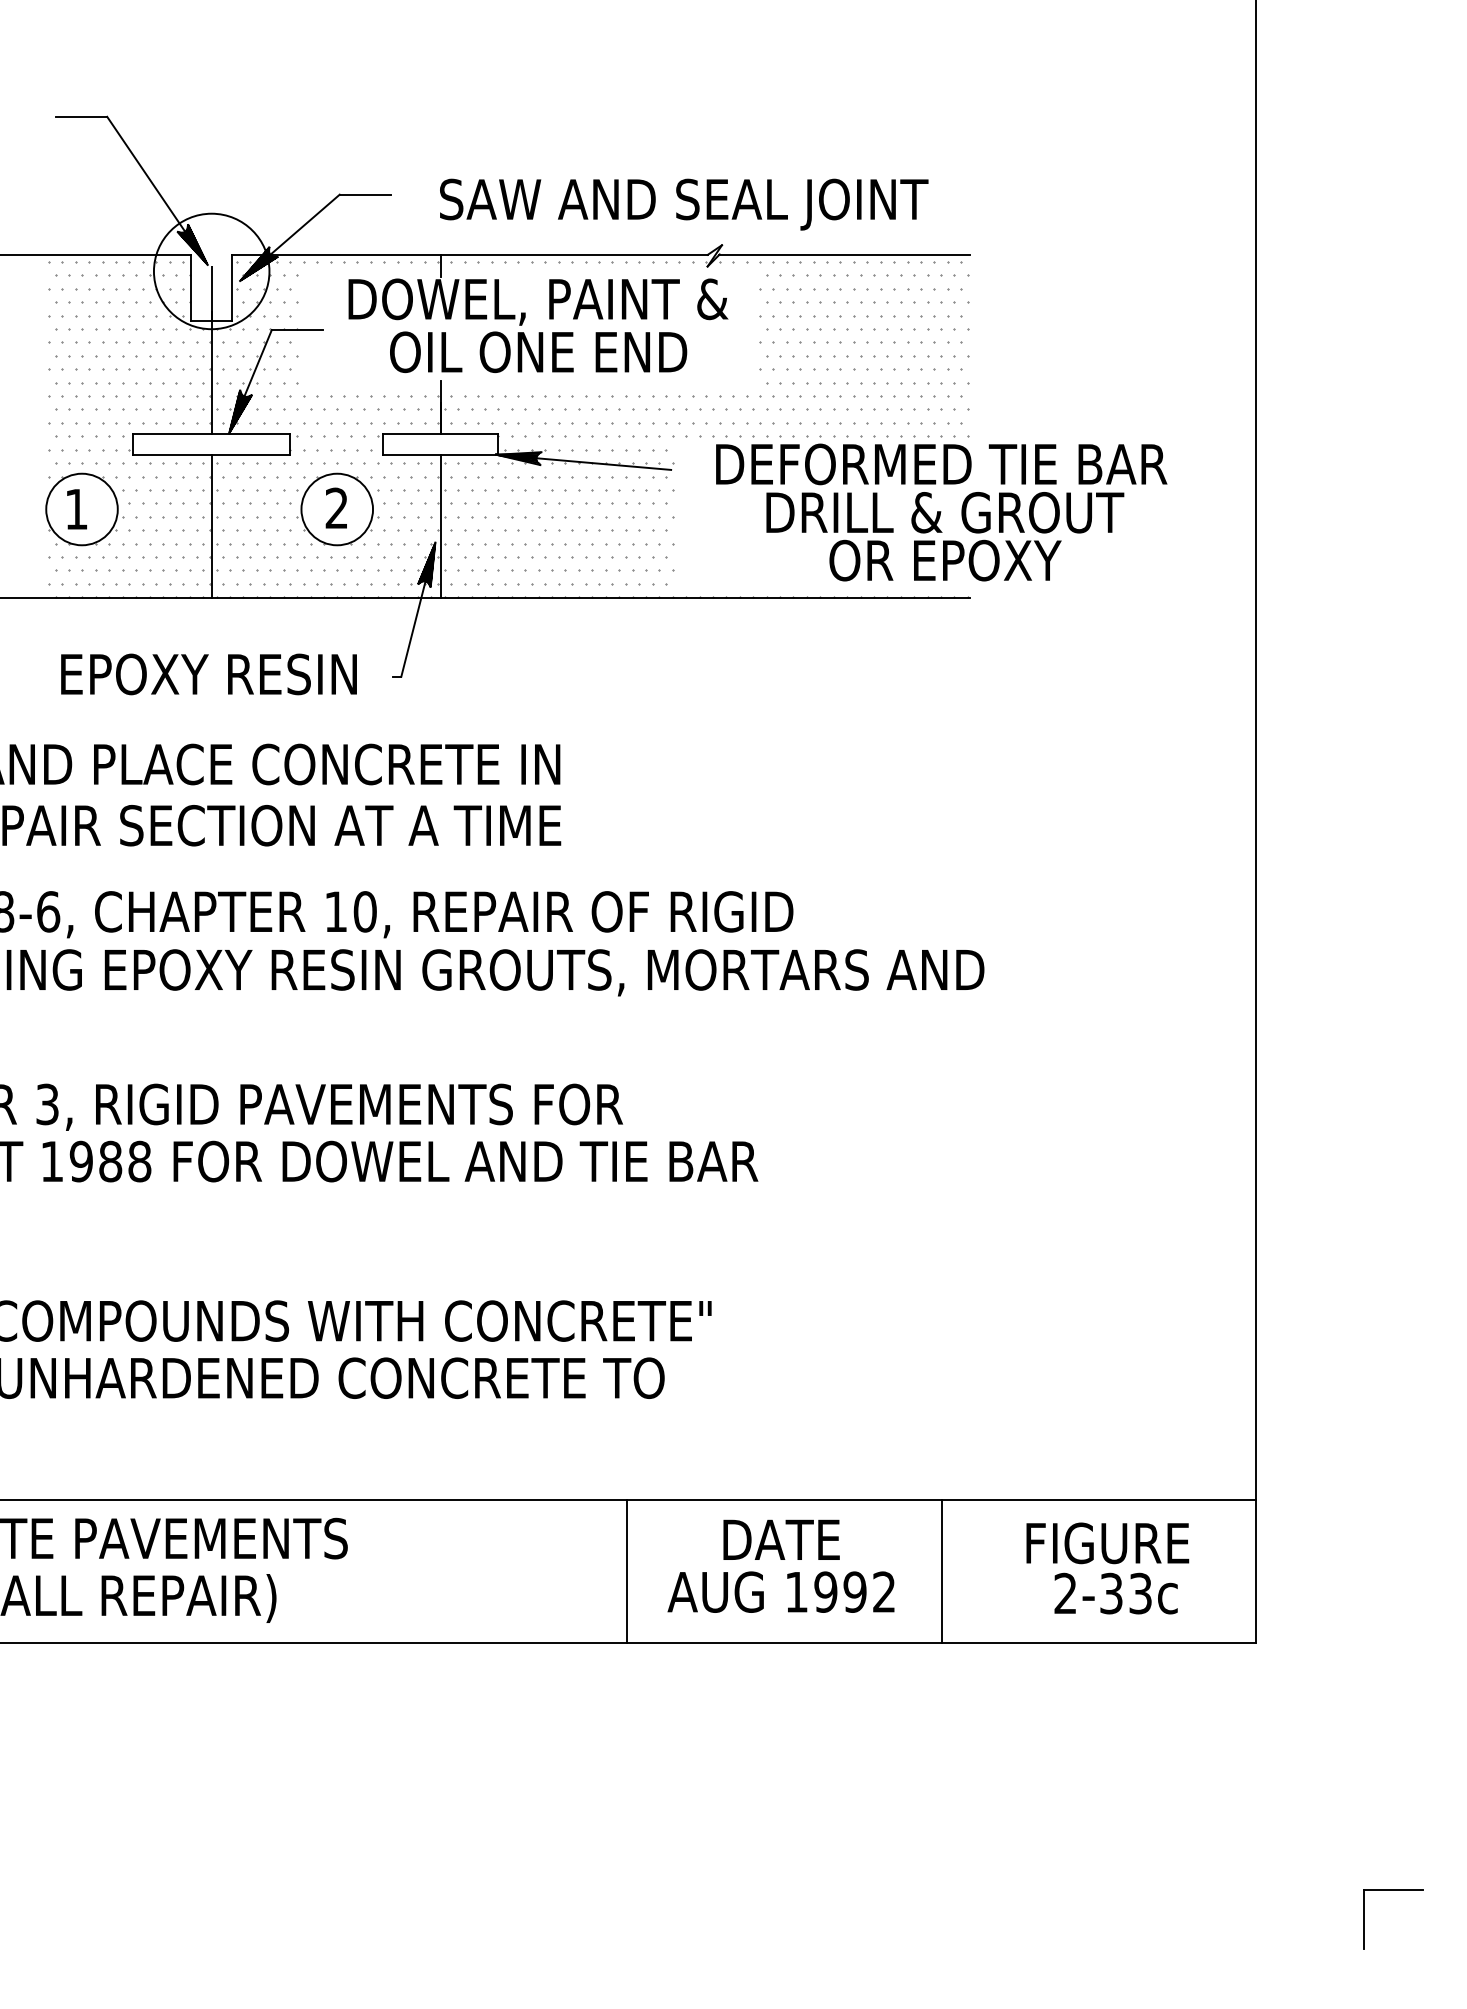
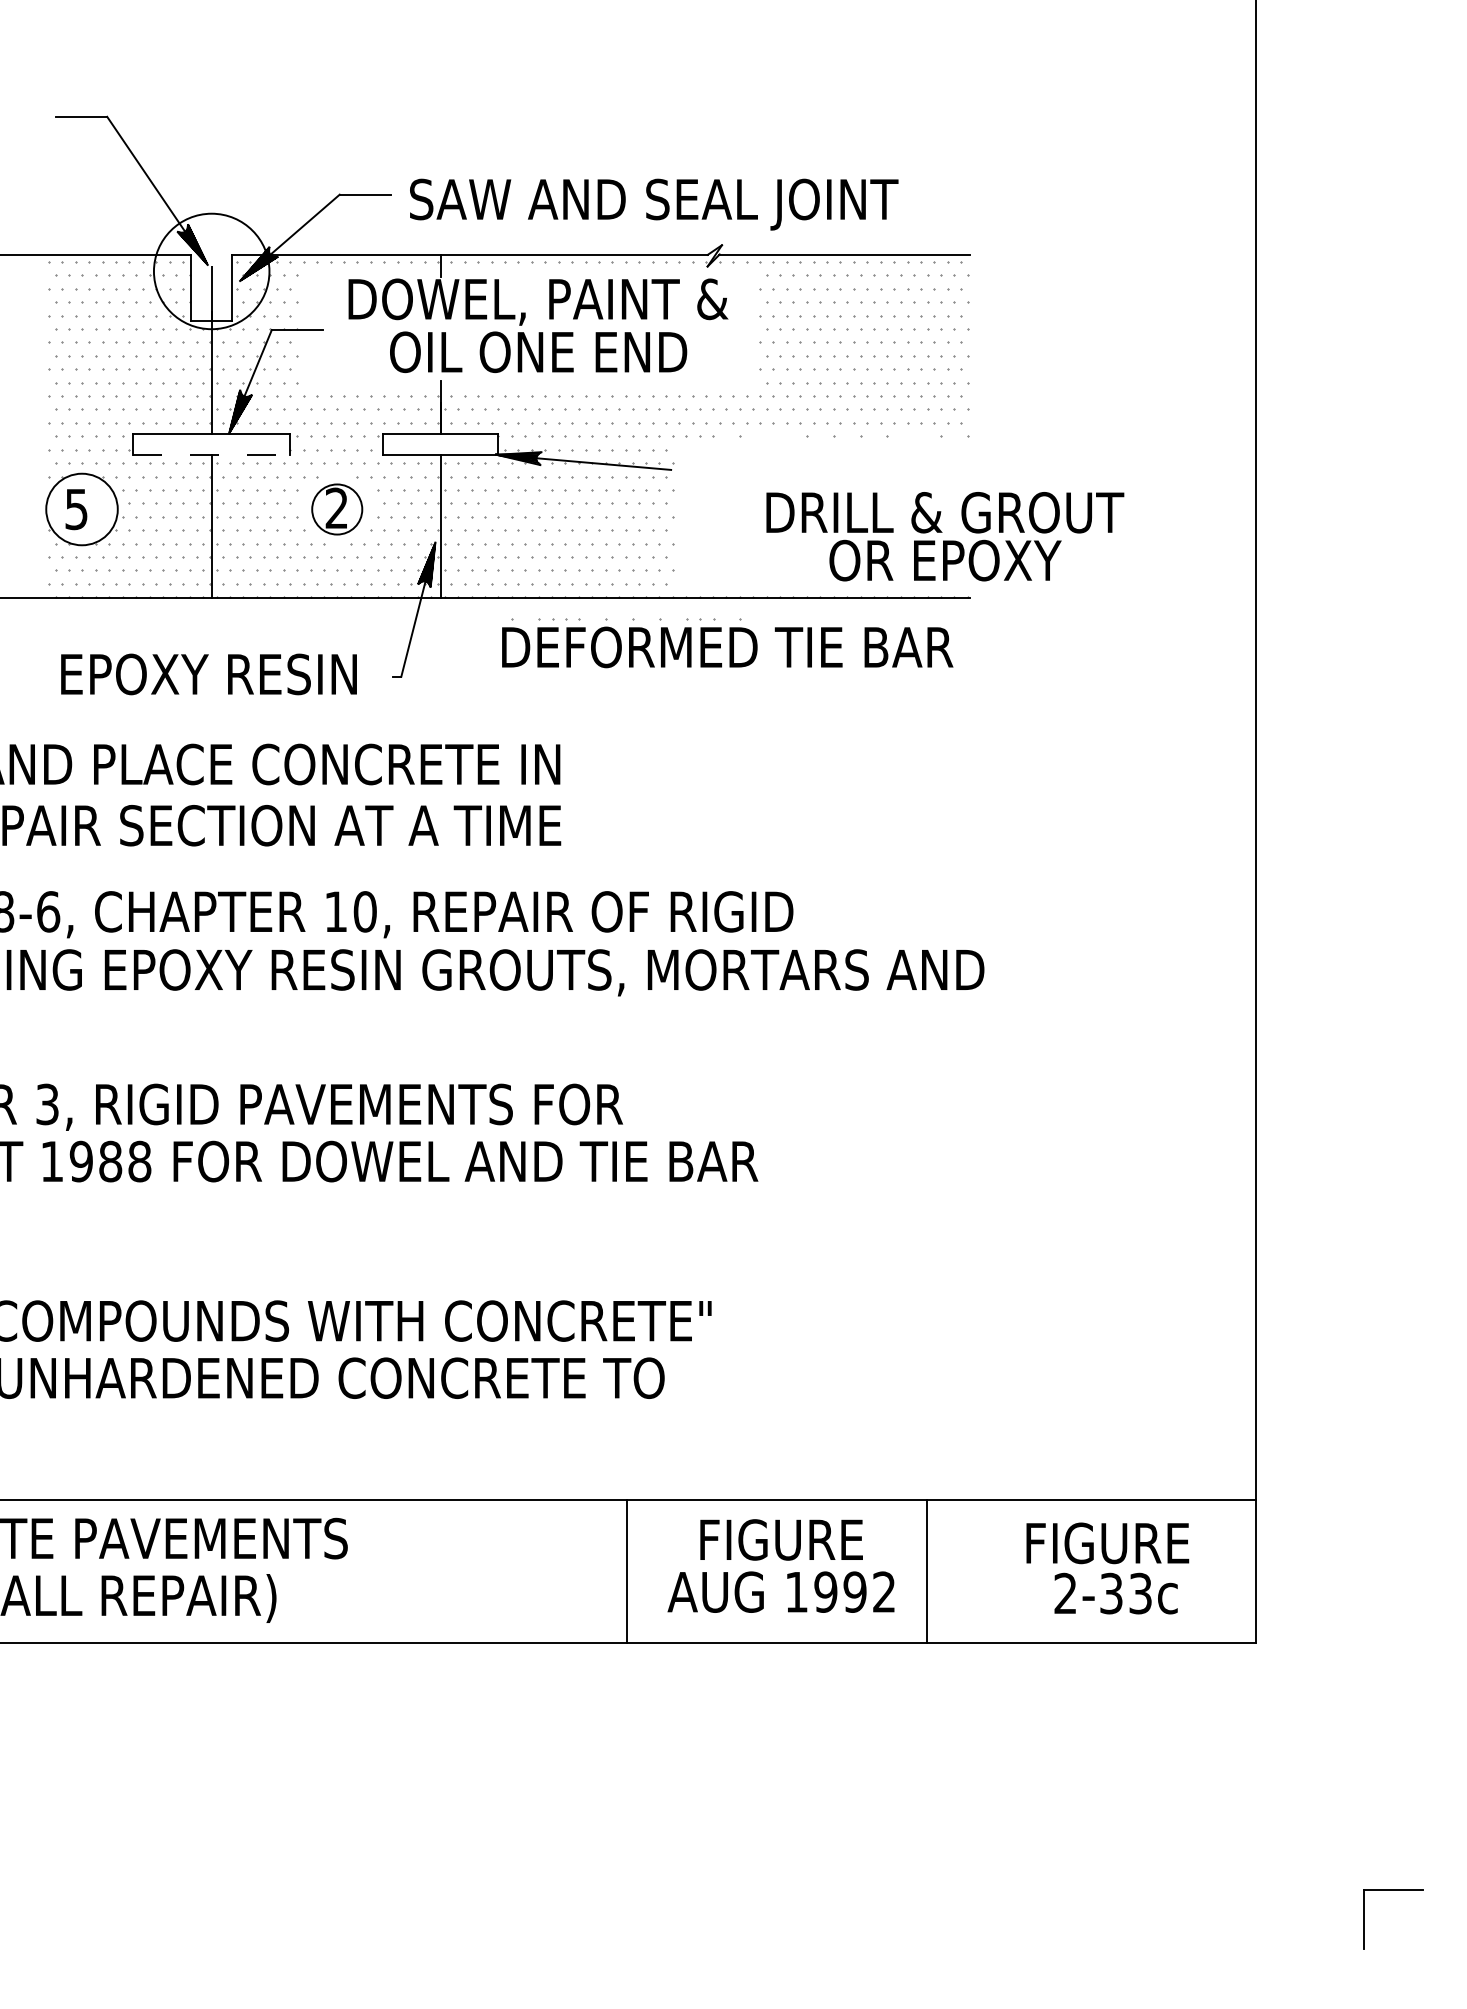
text at (684, 204) position: (684, 204) -> (654, 204)
line at (211, 455): solid -> dashed
part at (941, 460) position: (941, 460) -> (727, 643)
text at (76, 509): 1 -> 5
circle at (337, 509) diameter: 72 px -> 50 px
text at (781, 1539): DATE -> FIGURE
line at (941, 1570) position: (941, 1570) -> (926, 1570)
